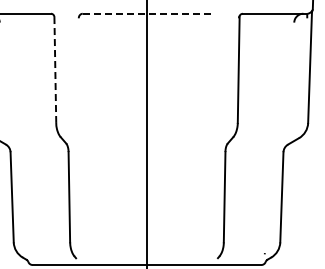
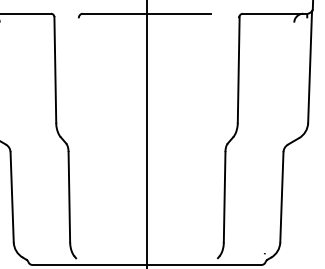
line at (147, 13): dashed -> solid
line at (55, 69): dashed -> solid
